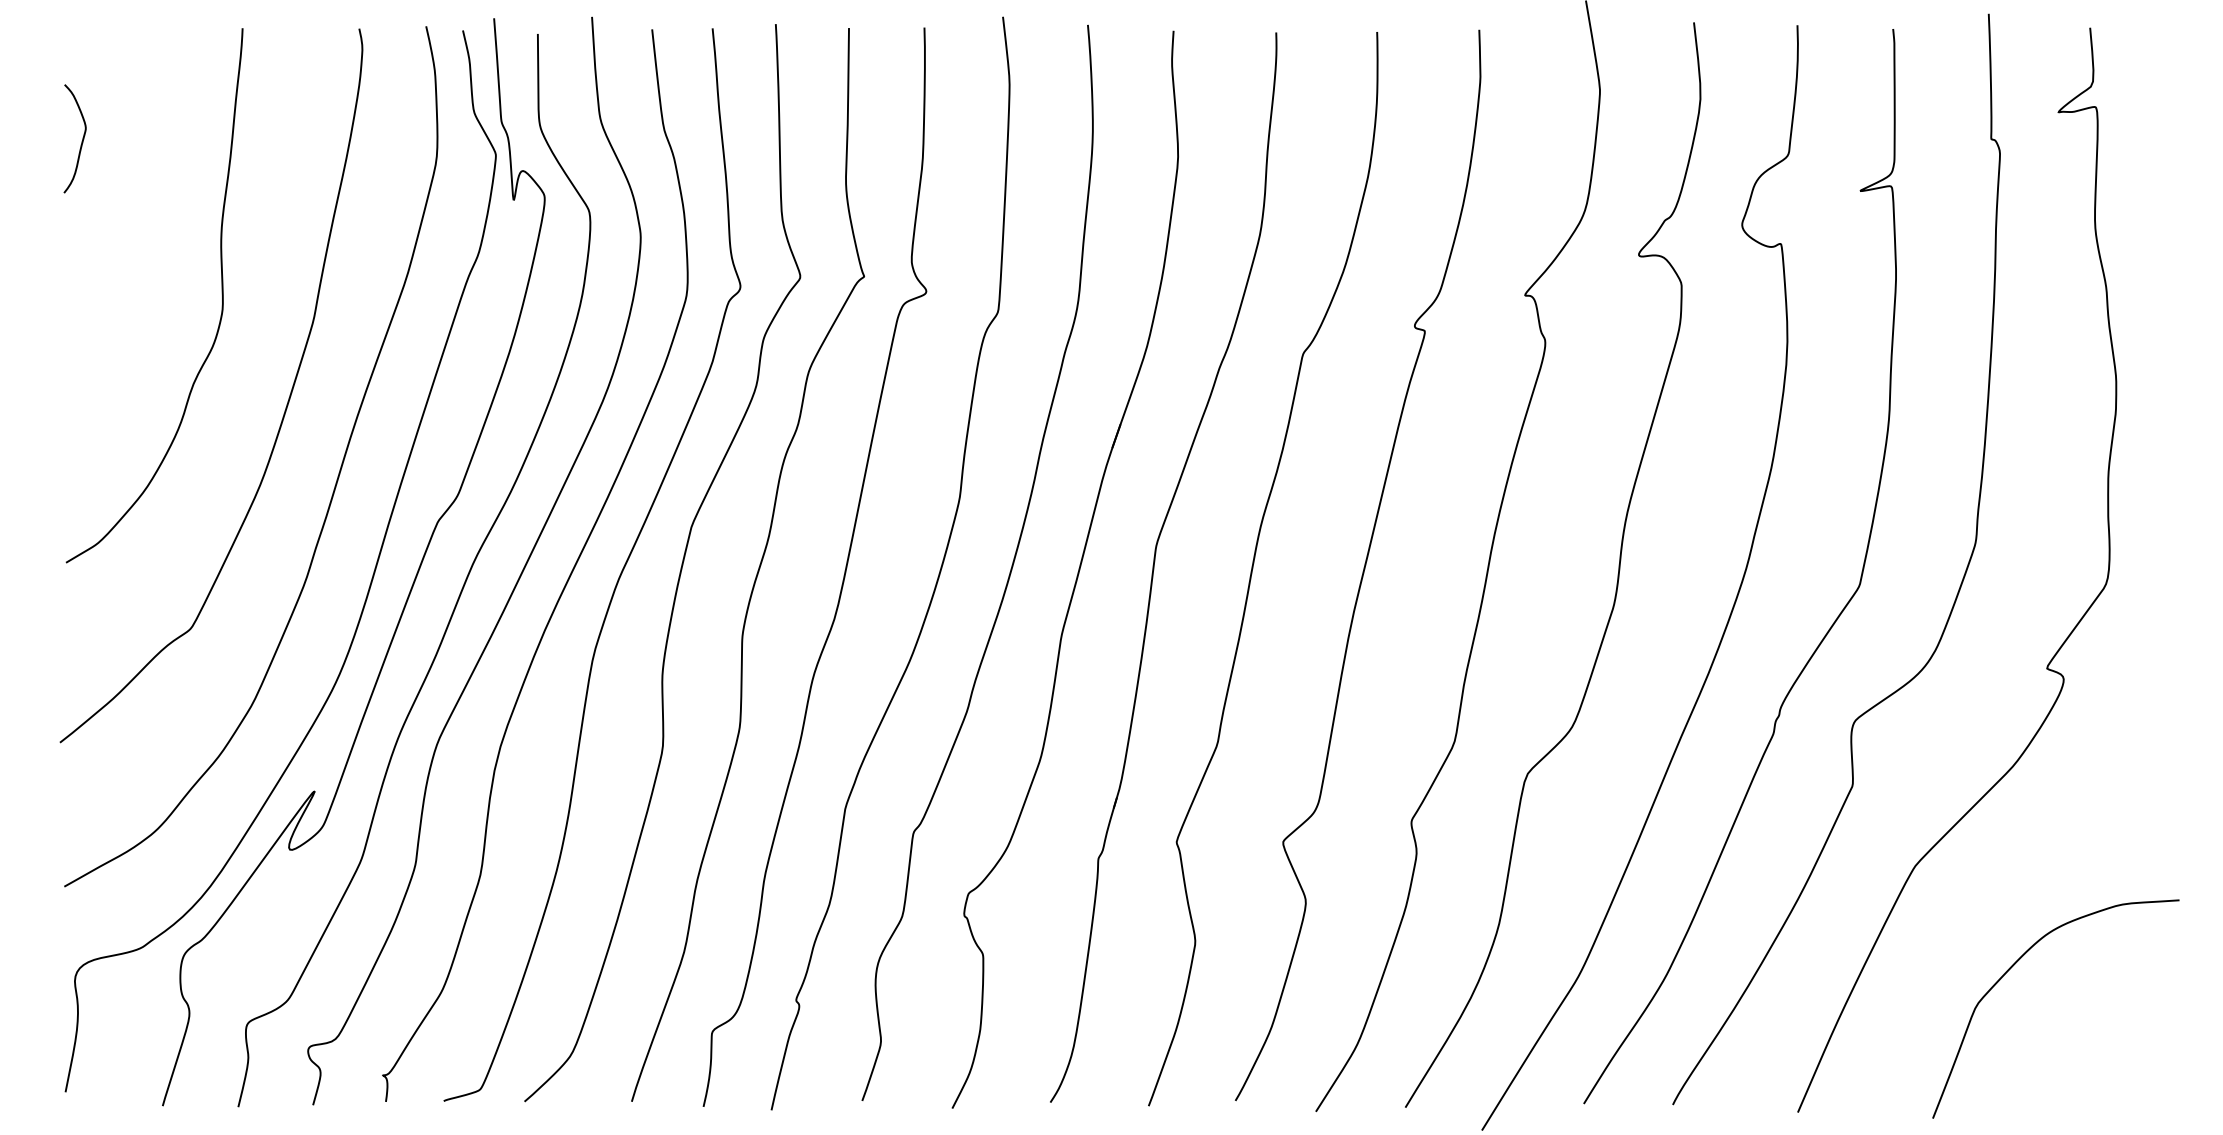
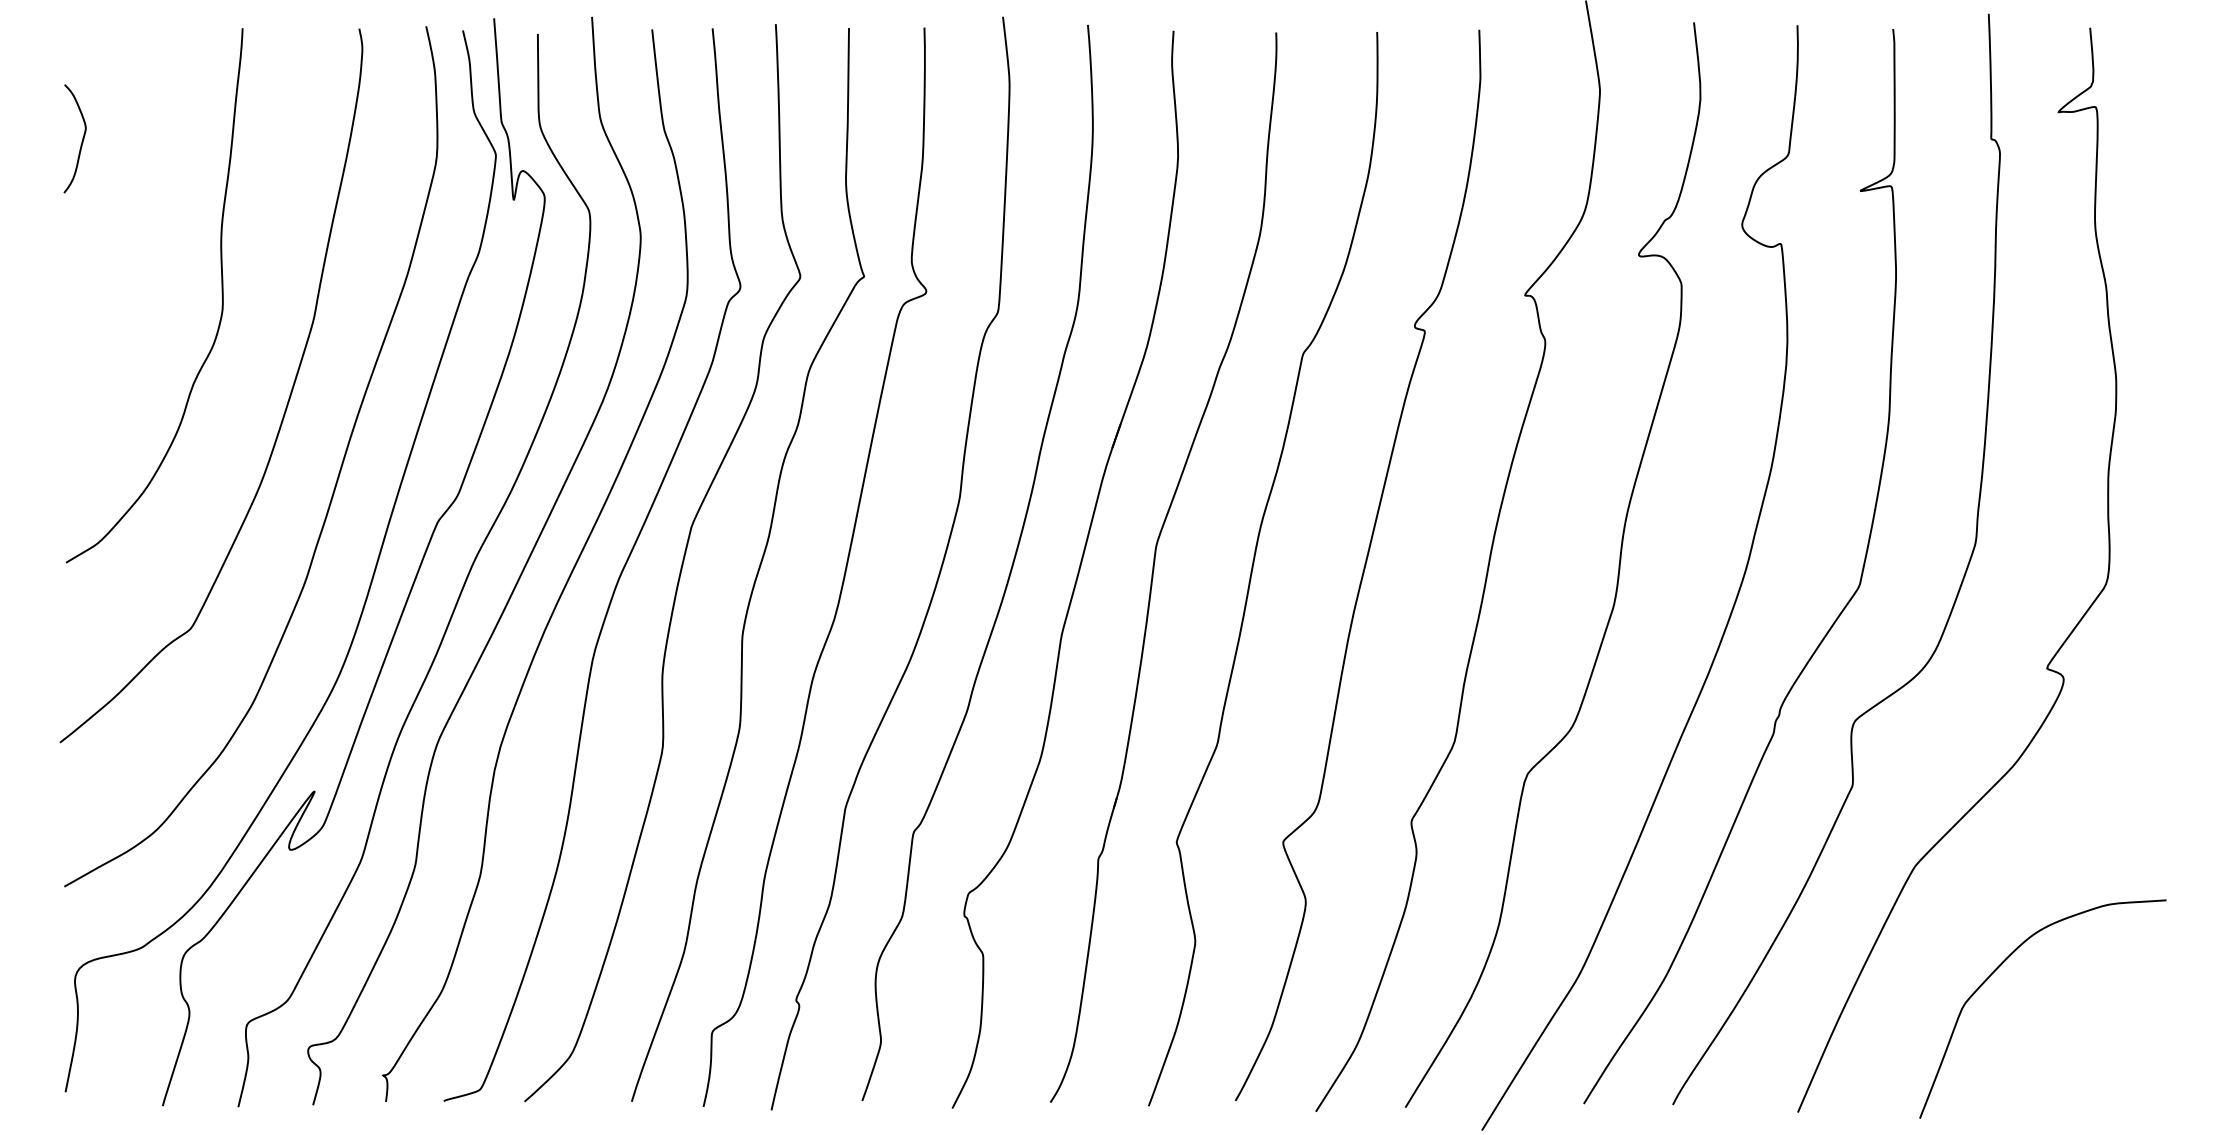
curve at (2013, 966) position: (2013, 966) -> (2000, 966)
